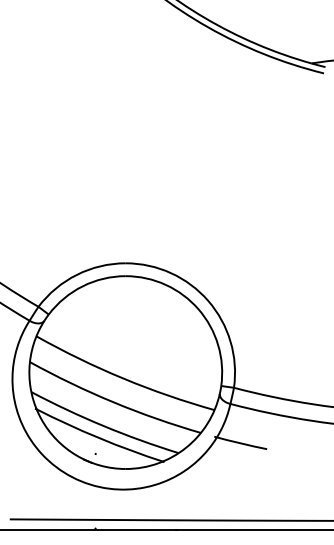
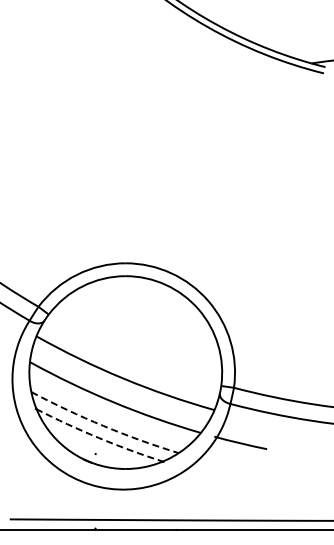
arc at (103, 426): solid -> dashed
arc at (98, 437): solid -> dashed
